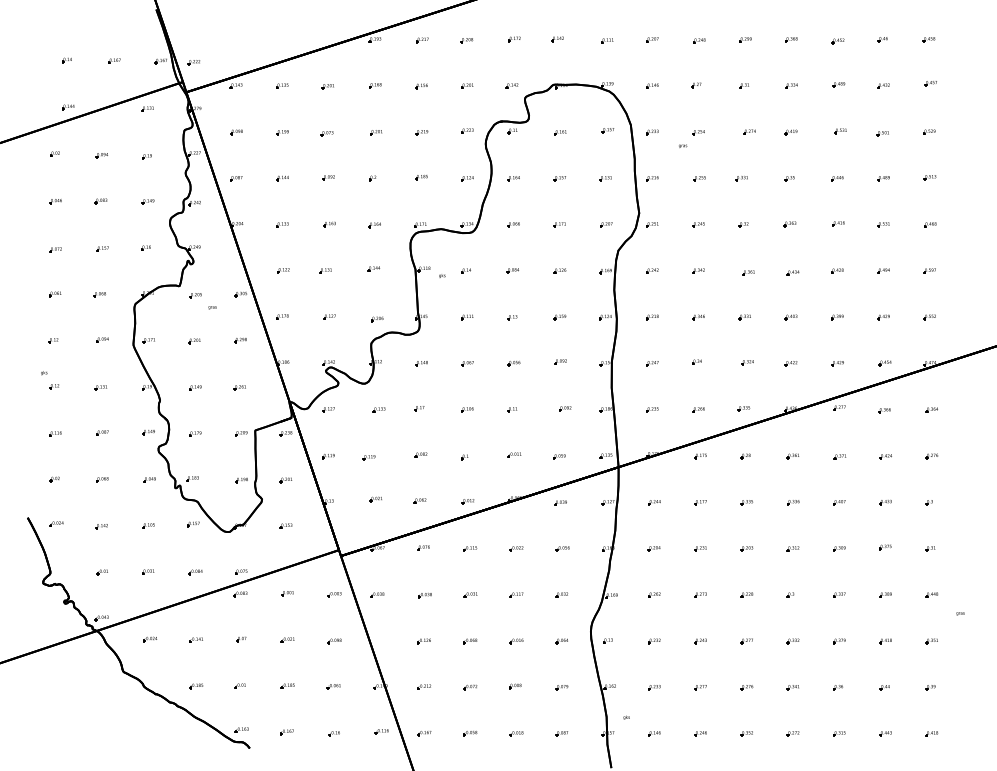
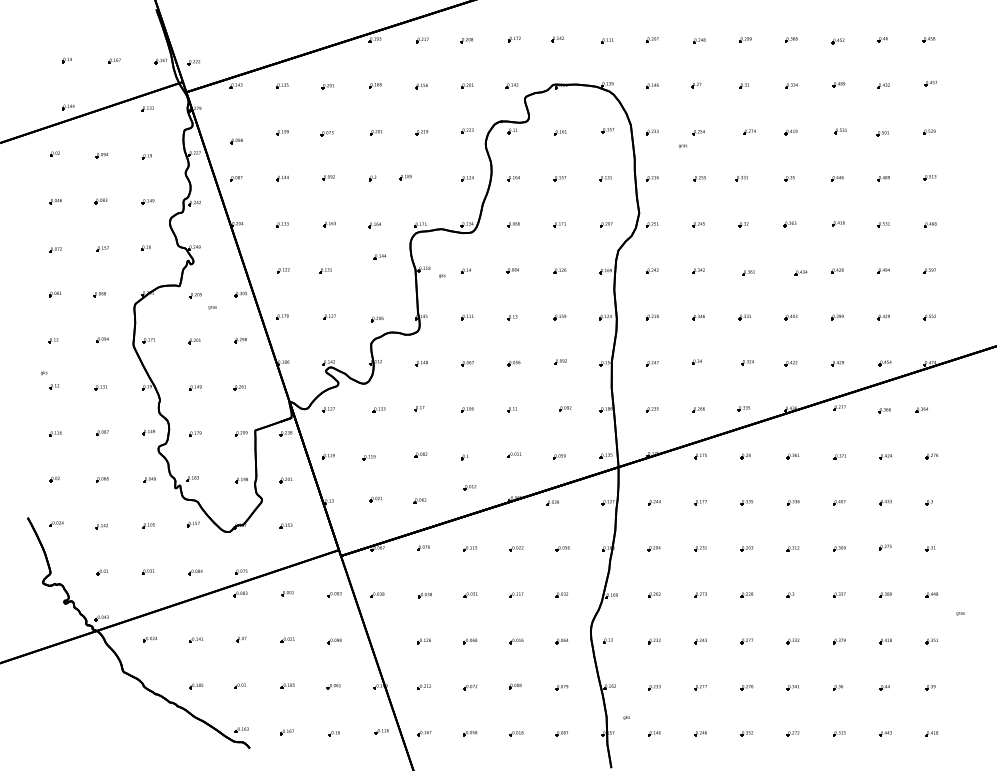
part at (236, 132) position: (236, 132) -> (236, 141)
part at (421, 177) position: (421, 177) -> (405, 177)
part at (373, 268) position: (373, 268) -> (379, 256)
part at (792, 272) position: (792, 272) -> (800, 272)
part at (931, 409) position: (931, 409) -> (921, 409)
part at (467, 501) position: (467, 501) -> (469, 487)
part at (560, 502) position: (560, 502) -> (552, 502)
